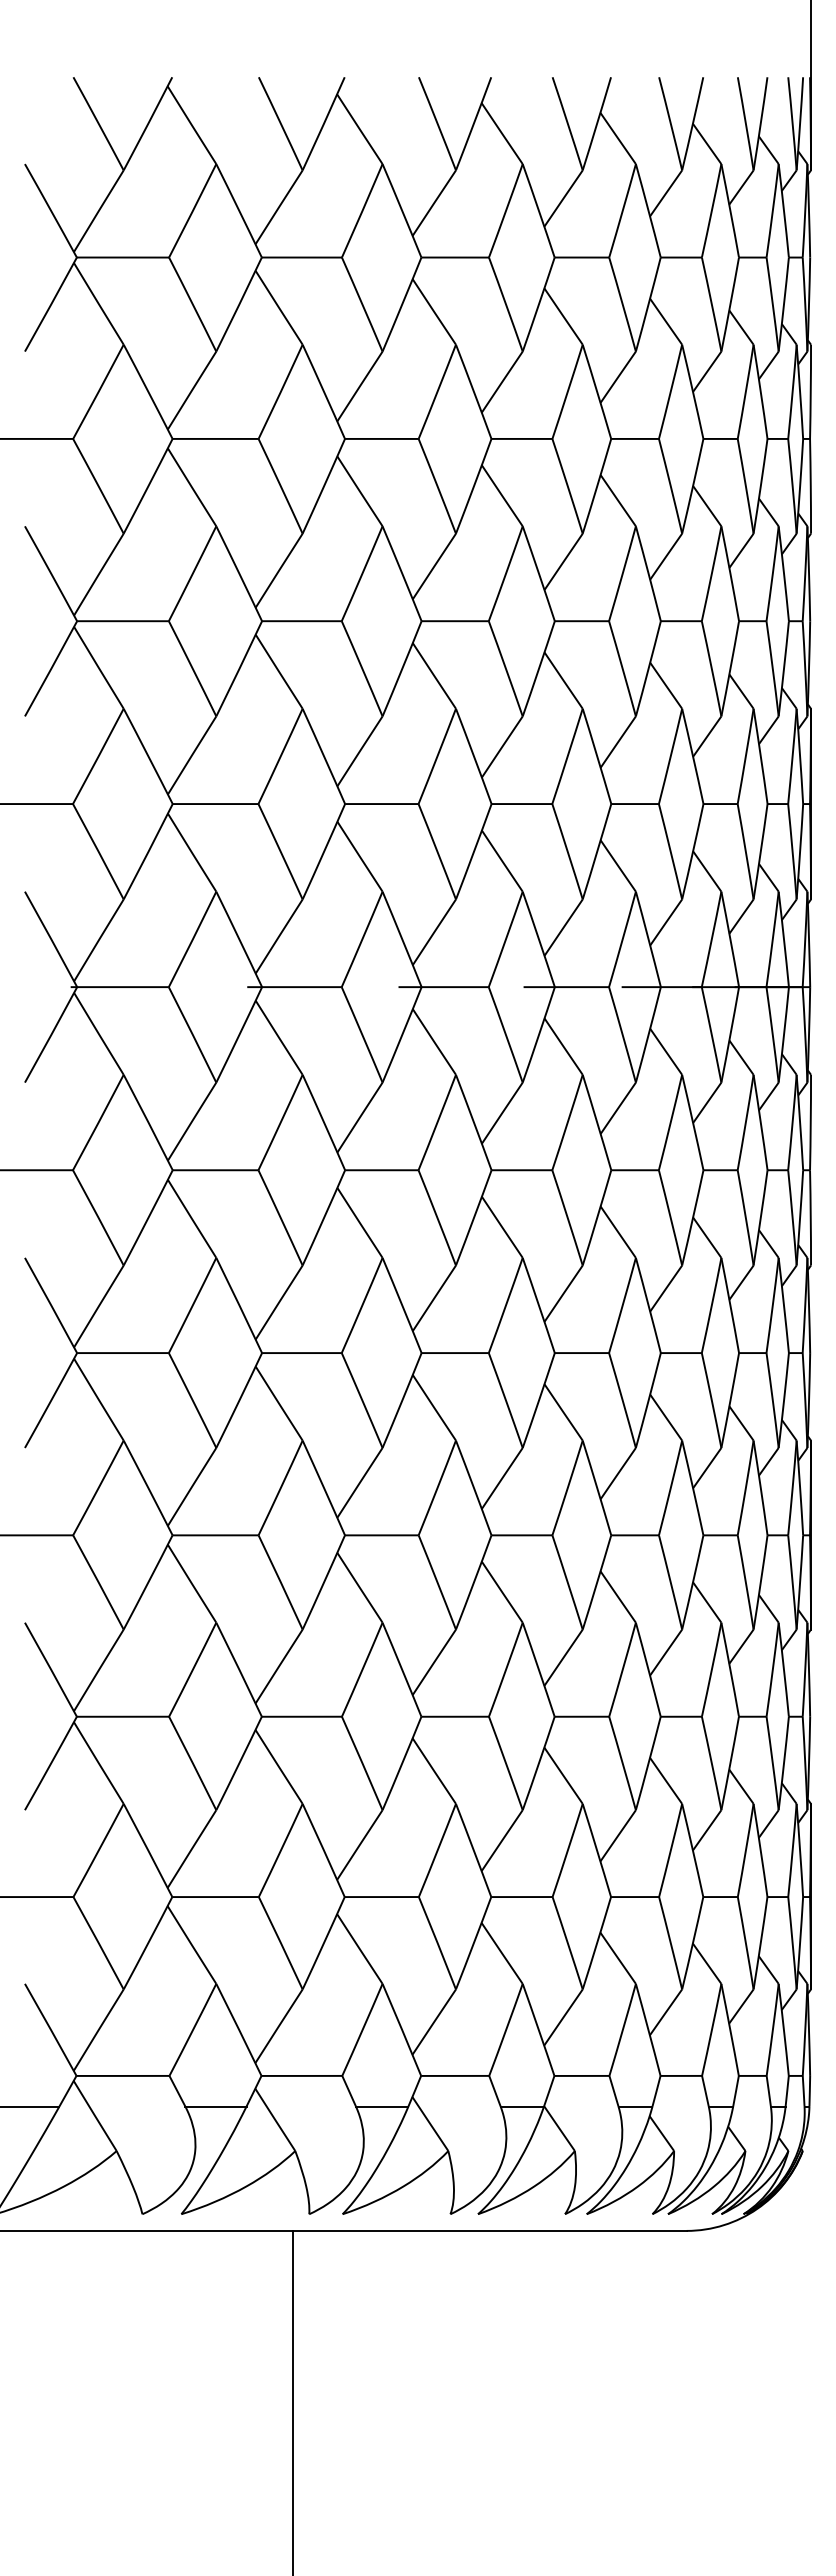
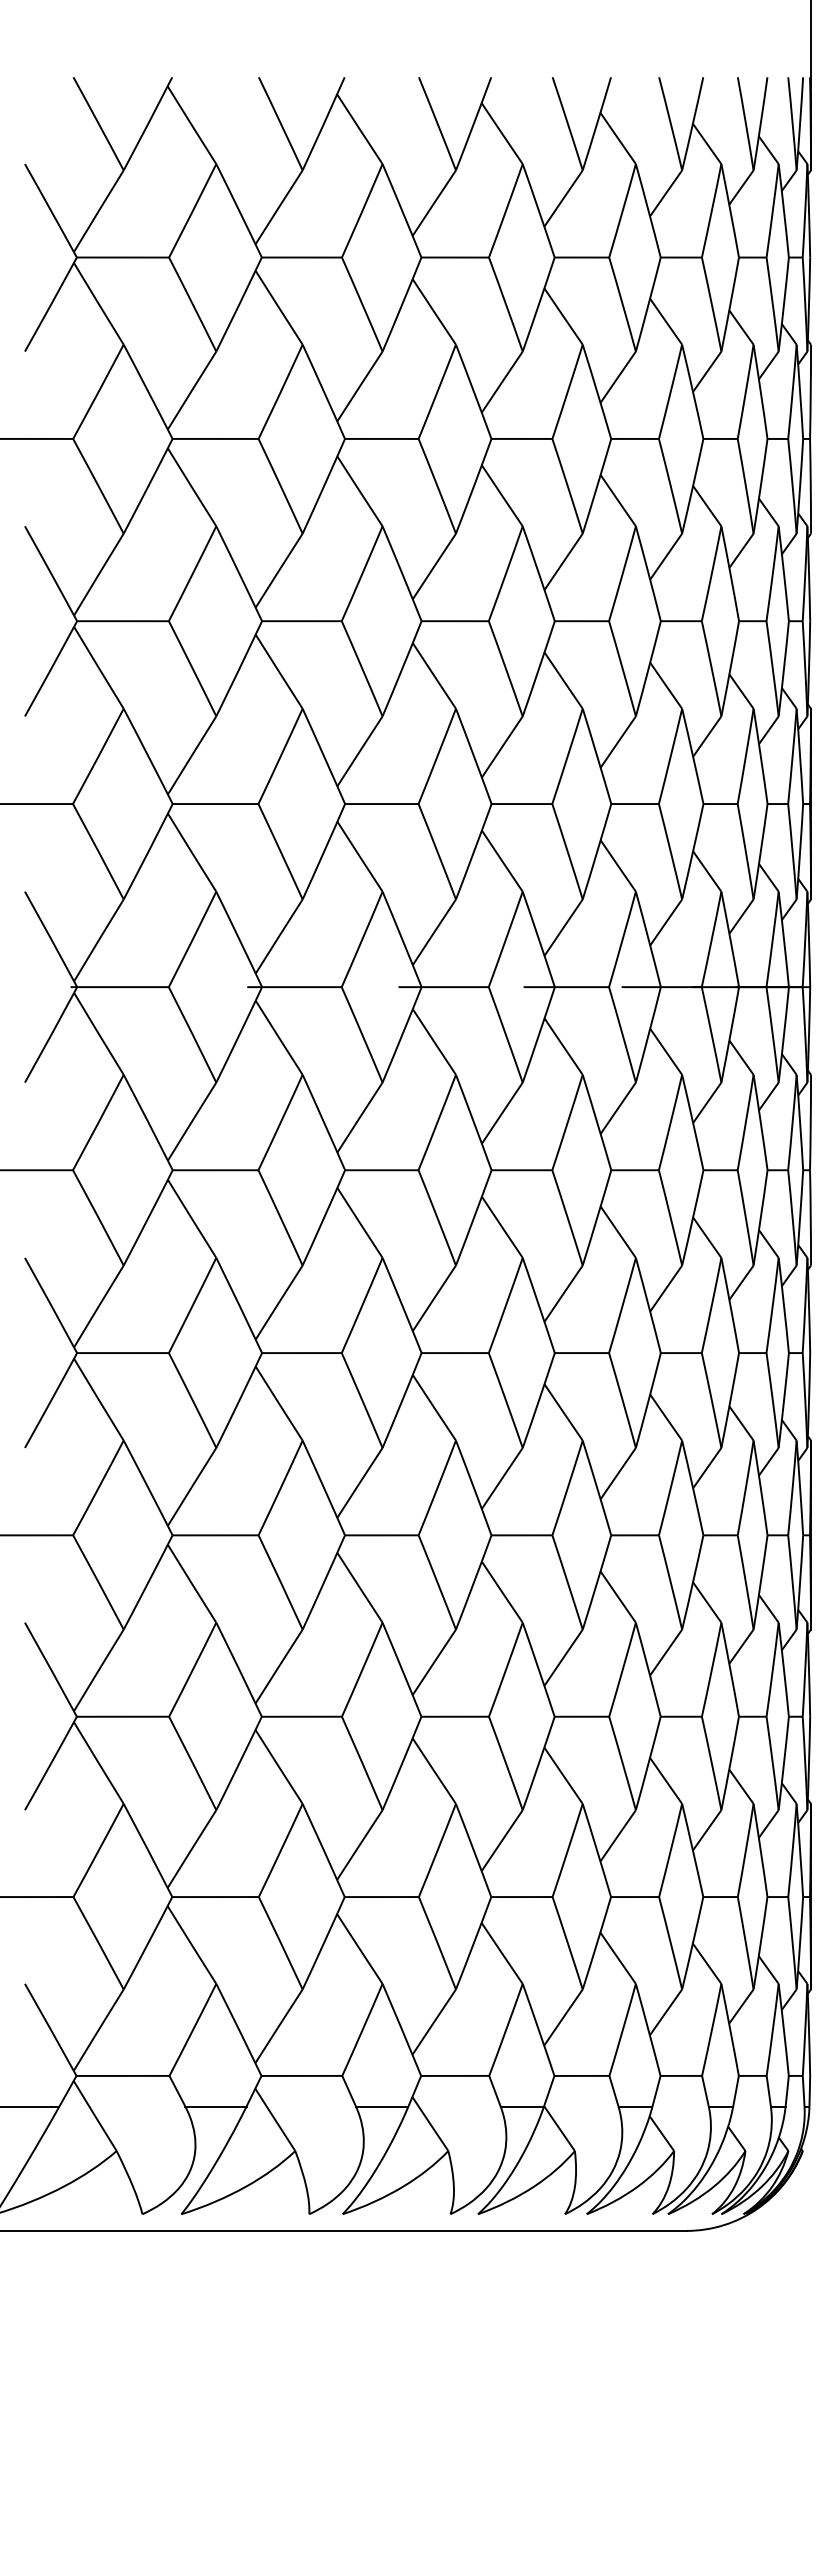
line at (292, 2401): present -> none
